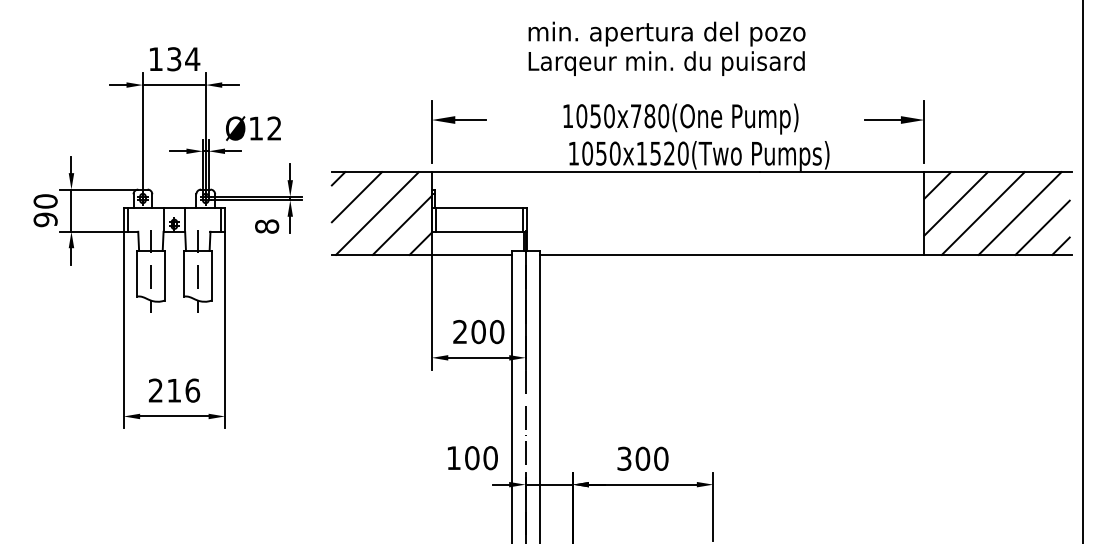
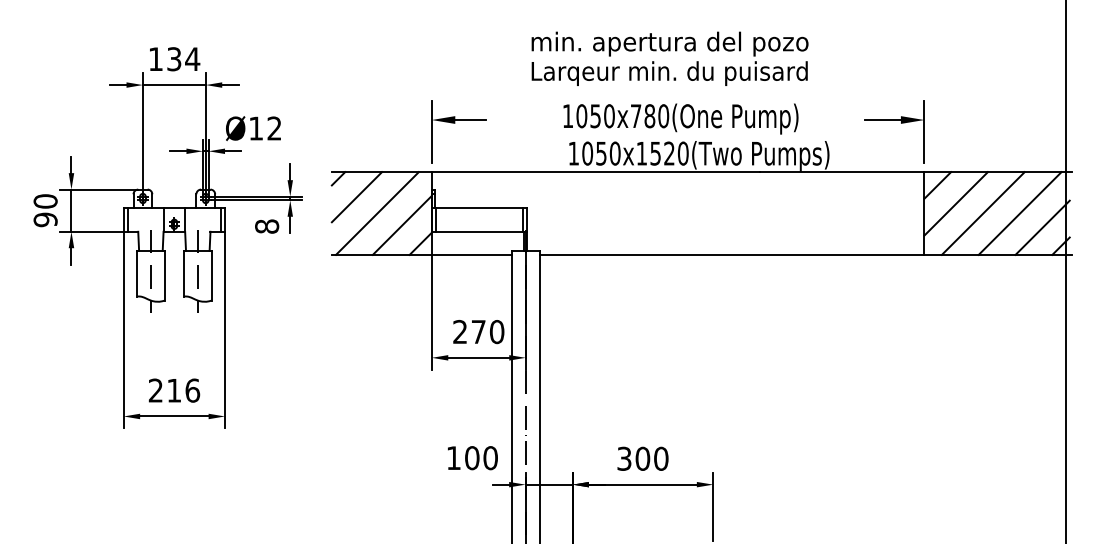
text at (666, 48) position: (666, 48) -> (669, 58)
line at (1083, 271) position: (1083, 271) -> (1066, 271)
text at (478, 332): 200 -> 270
